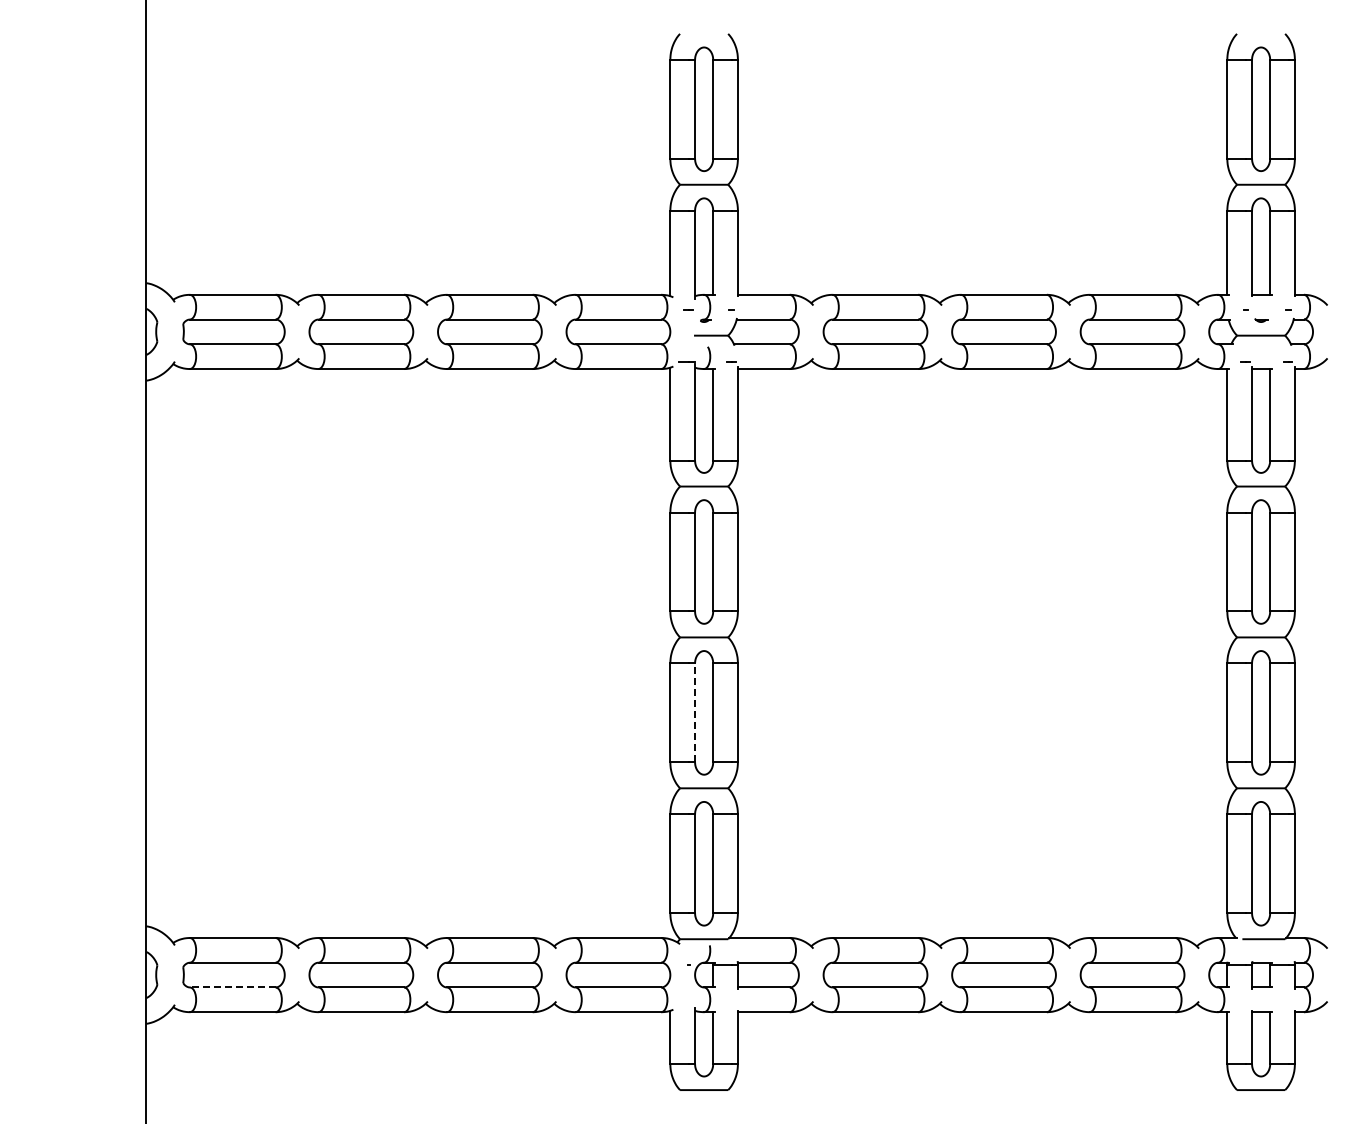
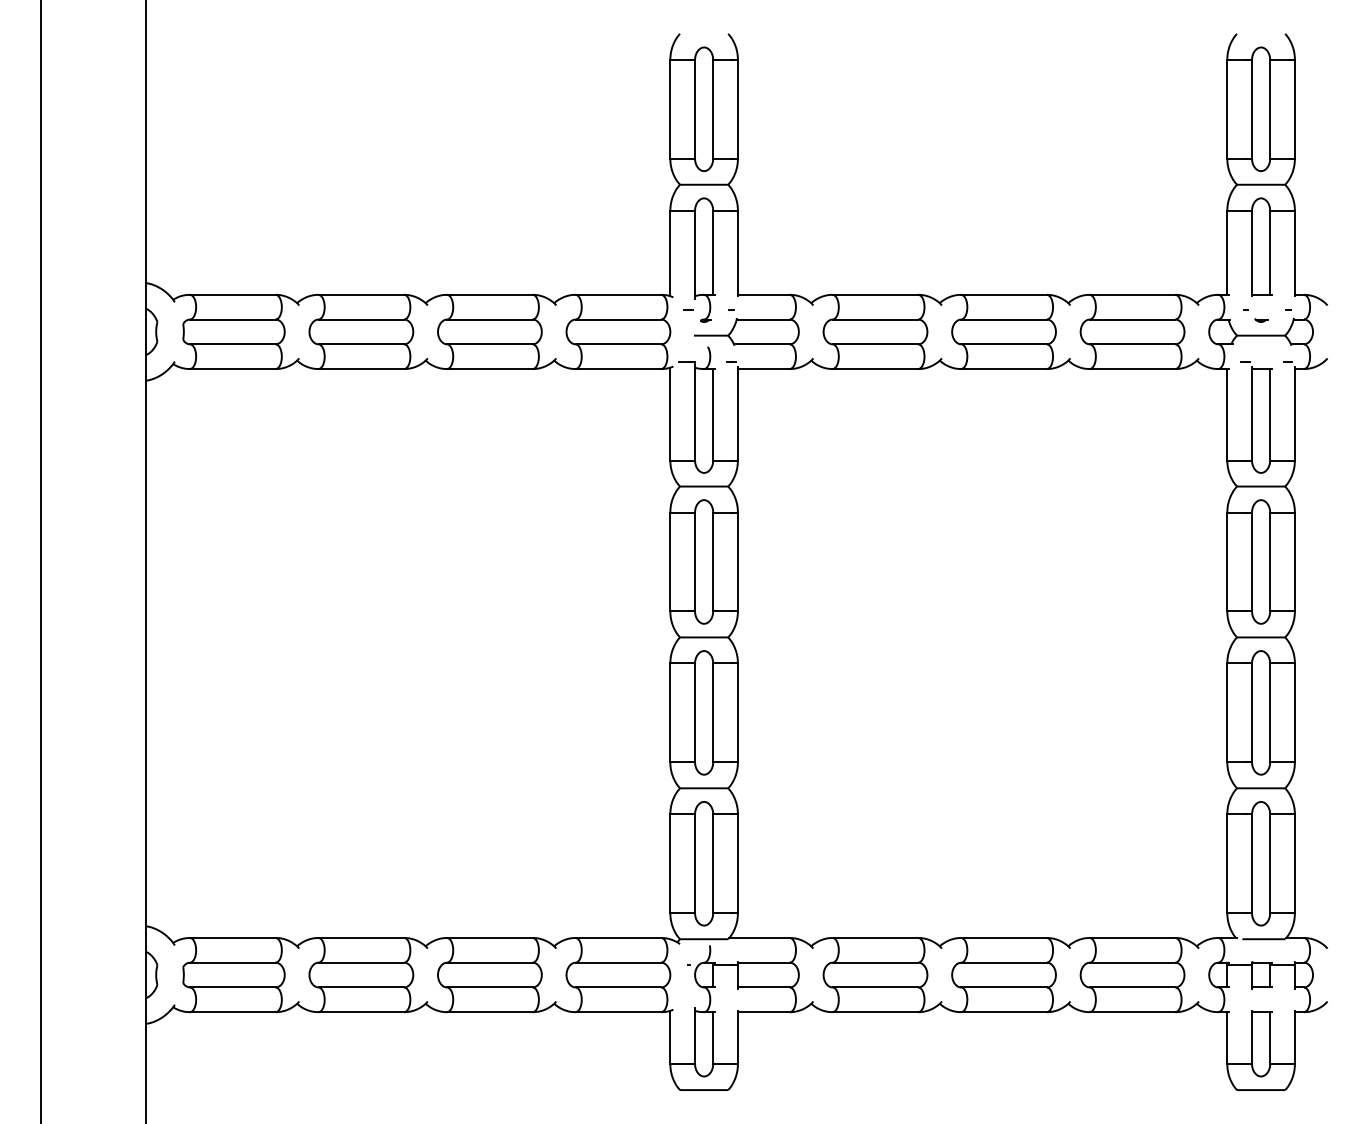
line at (40, 561): none -> present
line at (695, 712): dashed -> solid
line at (232, 987): dashed -> solid
